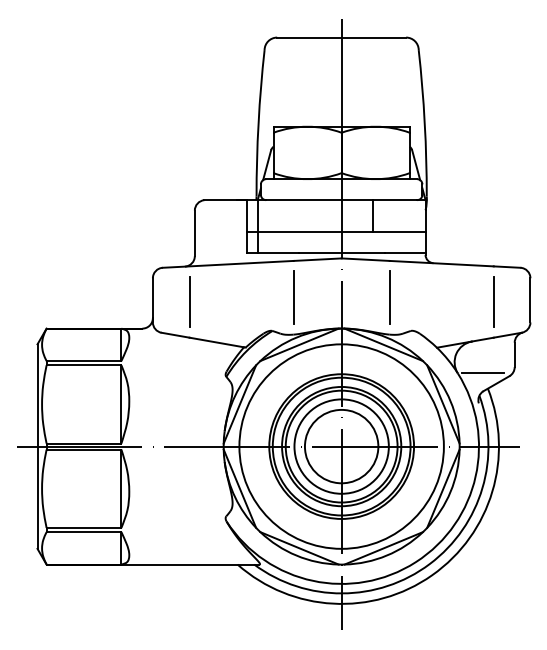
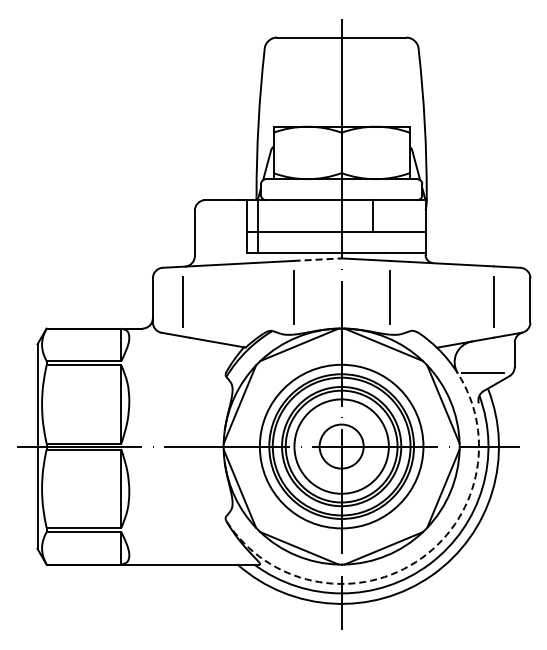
line at (318, 259): solid -> dashed
line at (189, 301) position: (189, 301) -> (182, 301)
circle at (341, 446) diameter: 205 px -> 164 px
circle at (341, 446) diameter: 73 px -> 44 px
arc at (415, 562): solid -> dashed
